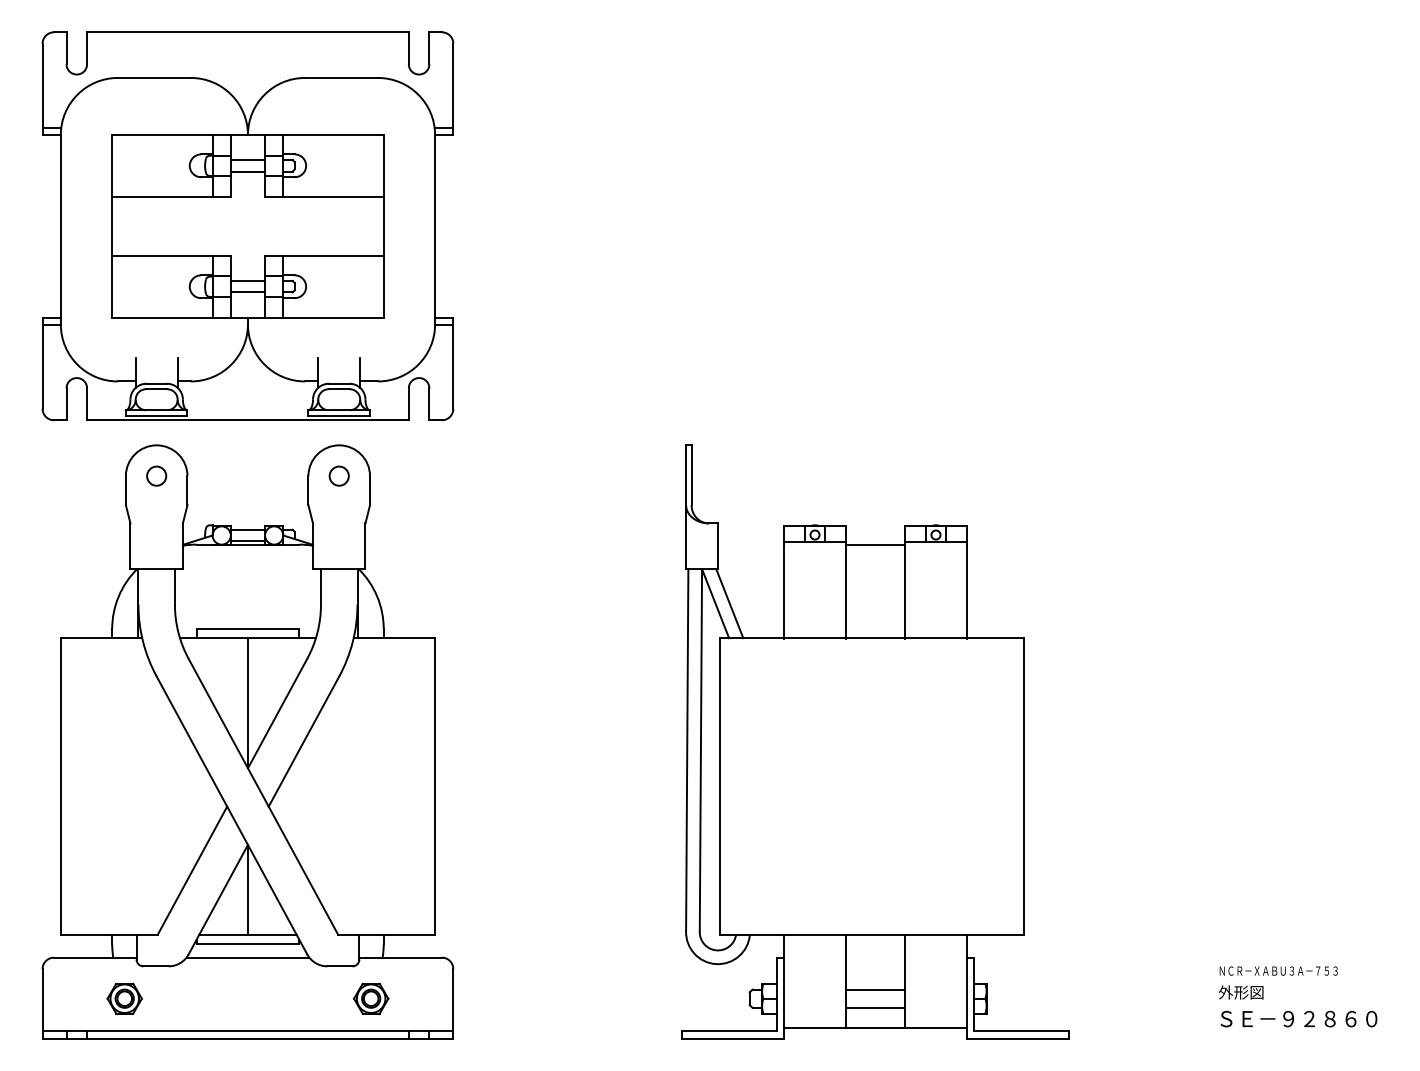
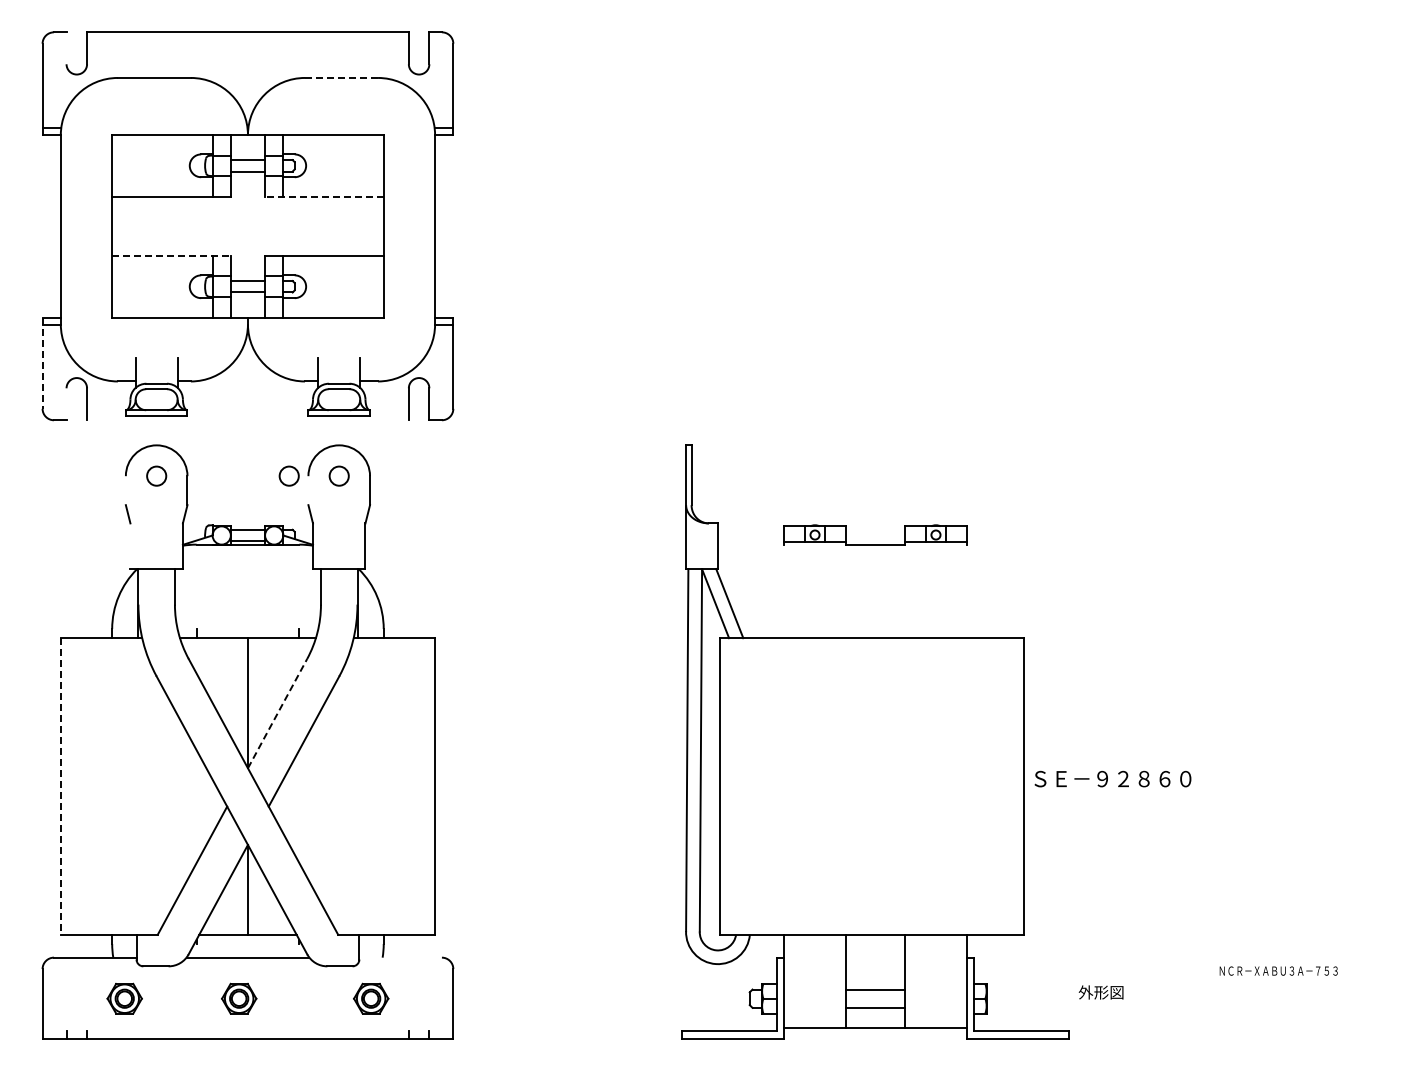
line at (66, 48): present -> none
line at (341, 77): solid -> dashed
line at (323, 196): solid -> dashed
line at (172, 255): solid -> dashed
line at (42, 363): solid -> dashed
line at (66, 404): present -> none
line at (247, 420): present -> none
circle at (288, 475): none -> present
line at (125, 490): present -> none
line at (308, 490): present -> none
line at (130, 546): present -> none
line at (784, 591): present -> none
line at (845, 591): present -> none
line at (905, 591): present -> none
line at (966, 591): present -> none
line at (247, 629): present -> none
line at (277, 713): solid -> dashed
line at (60, 787): solid -> dashed
line at (247, 943): present -> none
line at (400, 957): present -> none
text at (1240, 992) position: (1240, 992) -> (1100, 992)
part at (239, 998): none -> present
text at (1298, 1018) position: (1298, 1018) -> (1112, 778)
line at (247, 1031): present -> none
